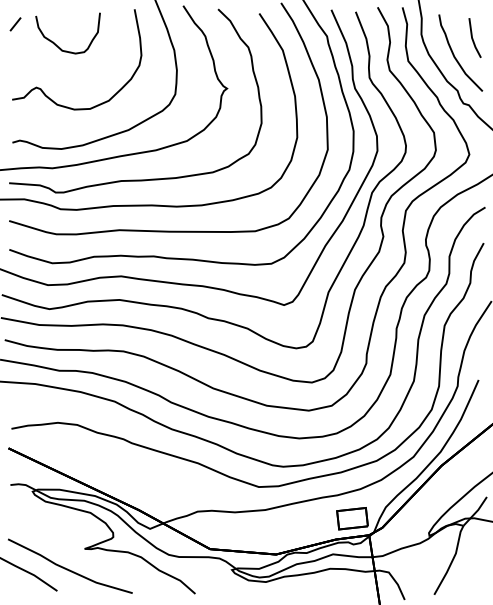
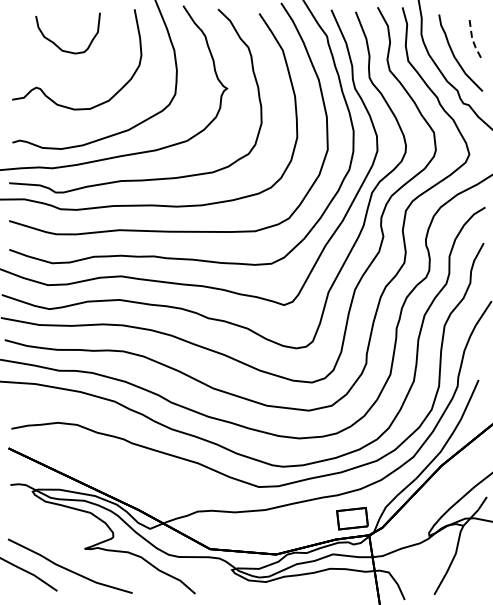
line at (15, 24): present -> none
line at (472, 38): solid -> dashed
